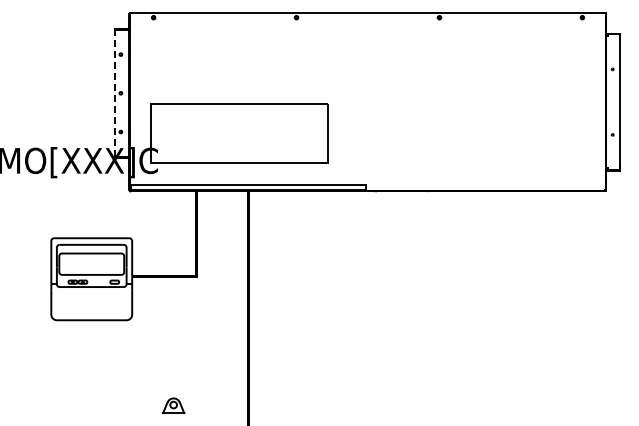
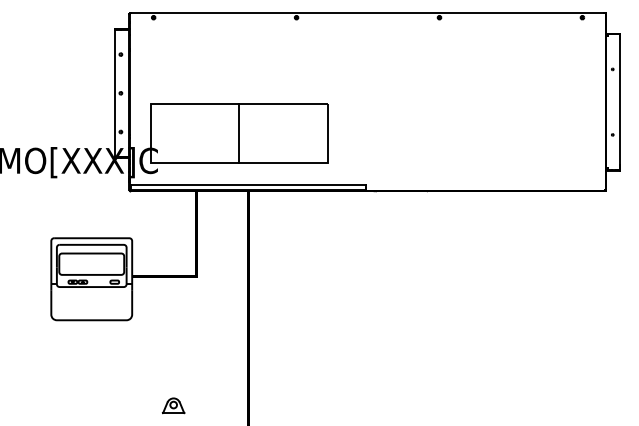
line at (114, 92): dashed -> solid
line at (239, 133): none -> present
